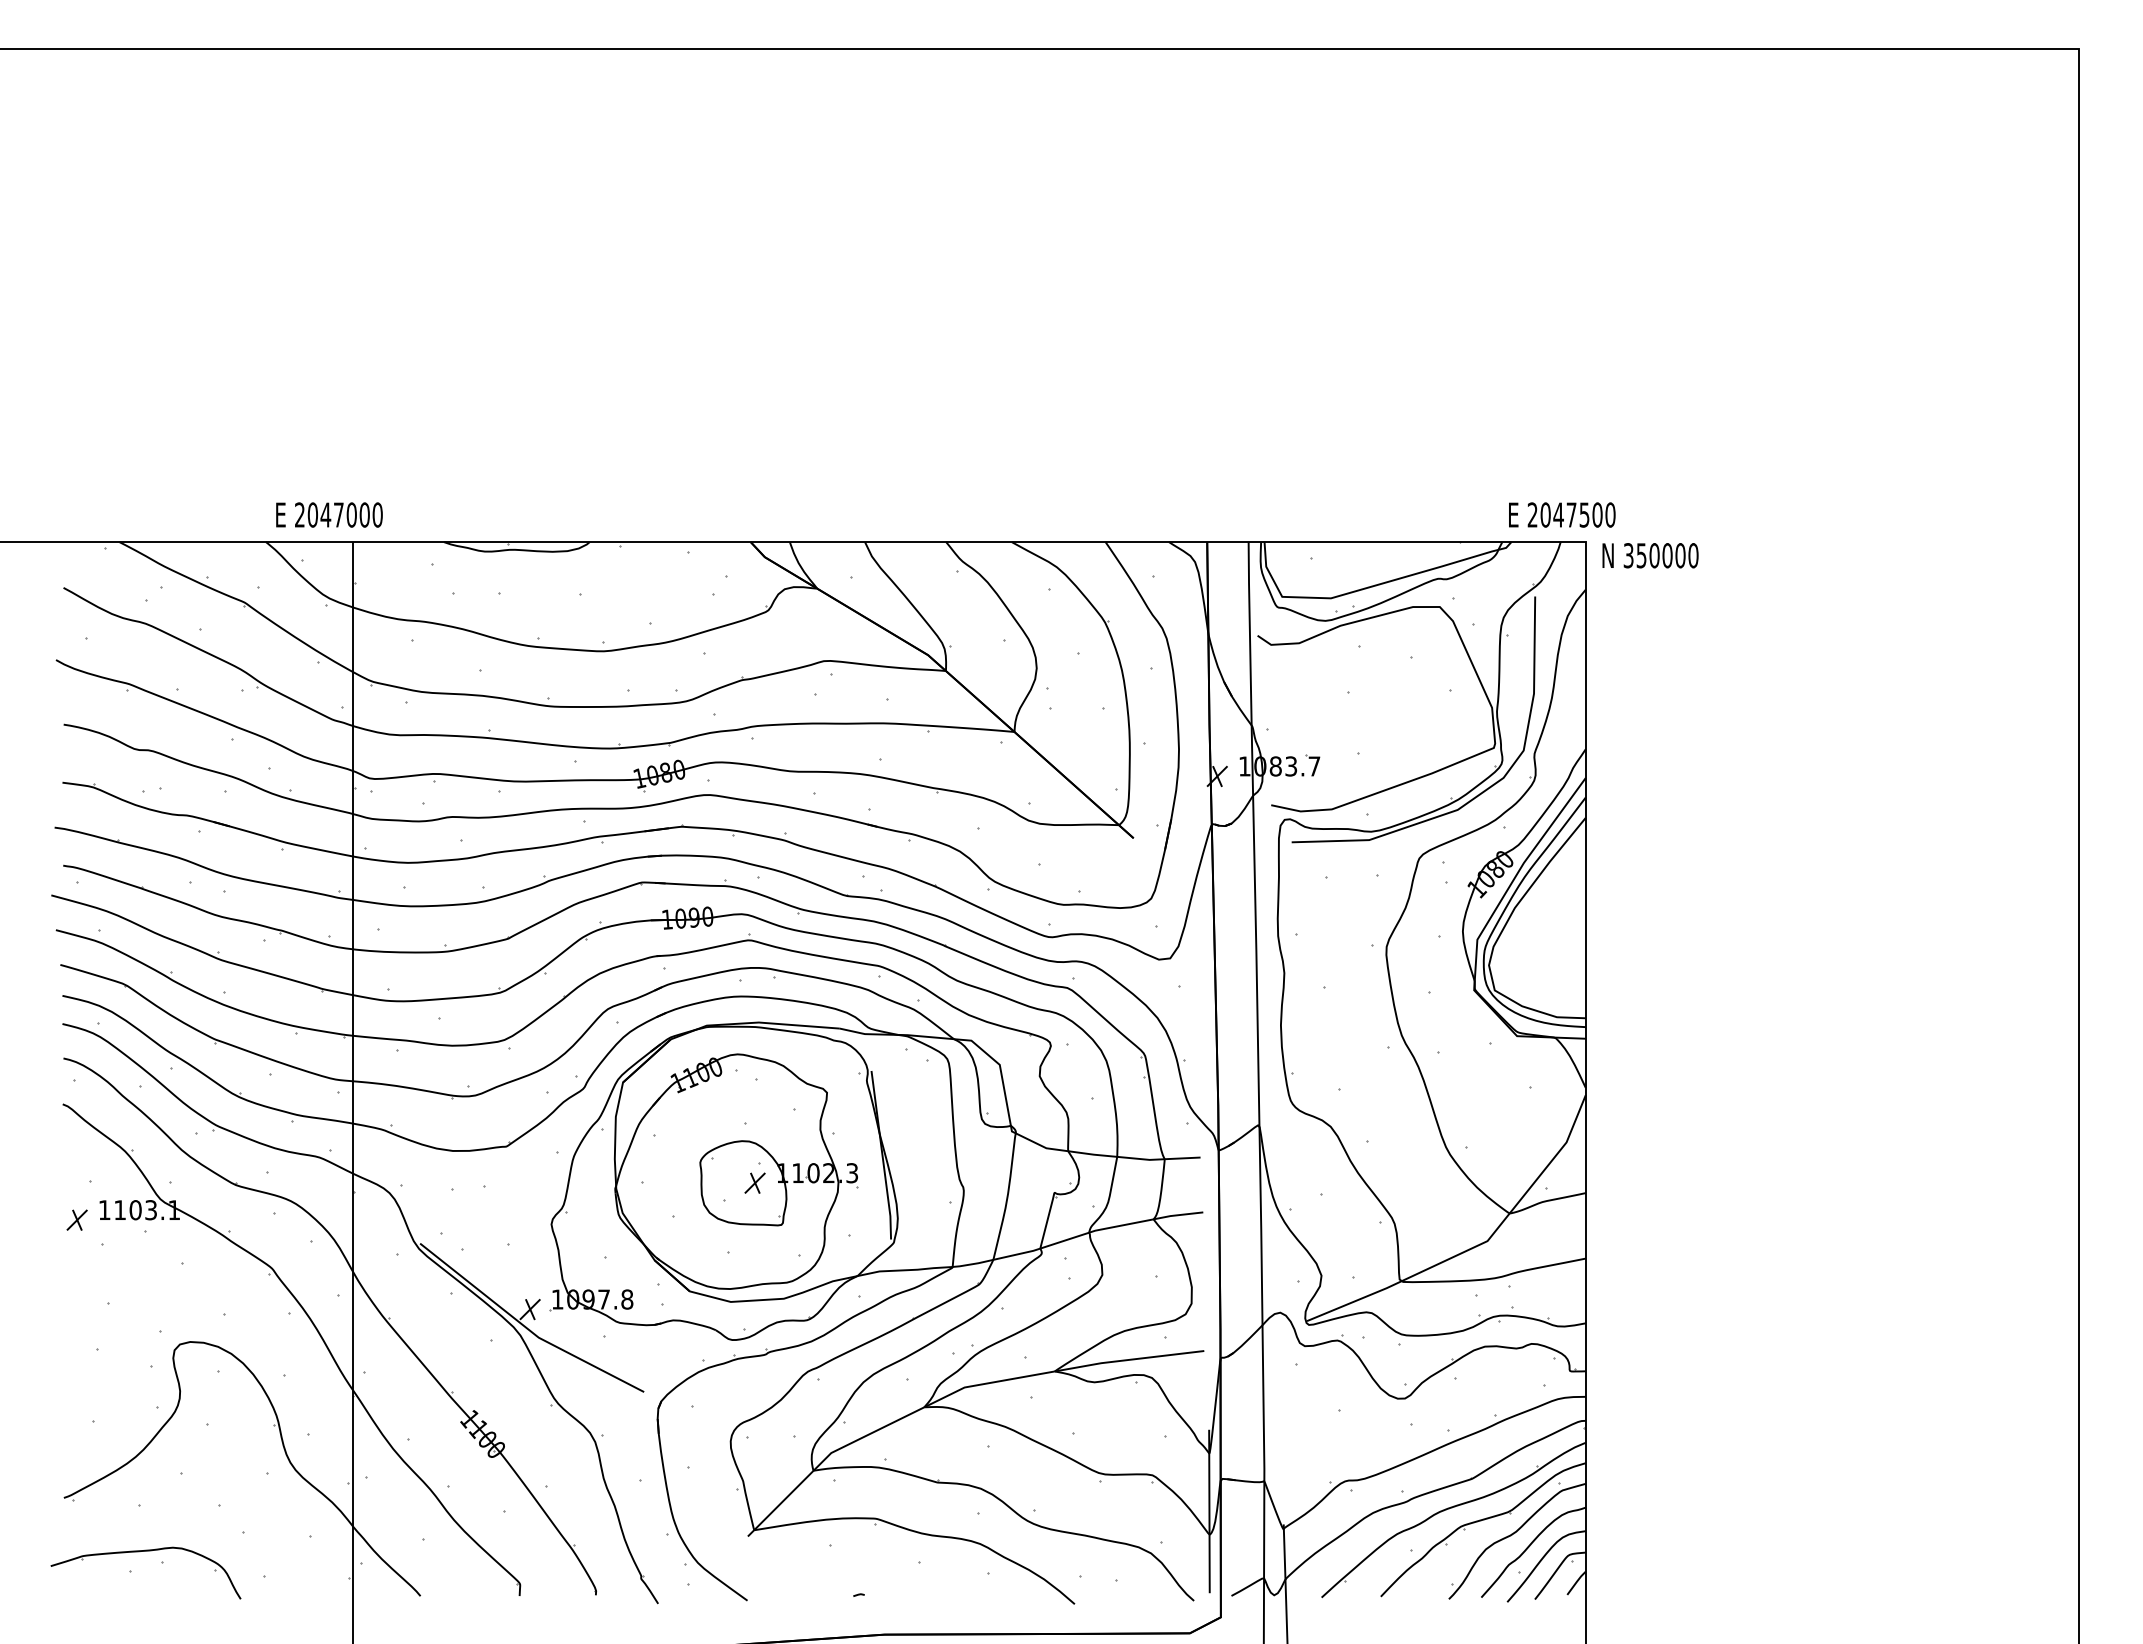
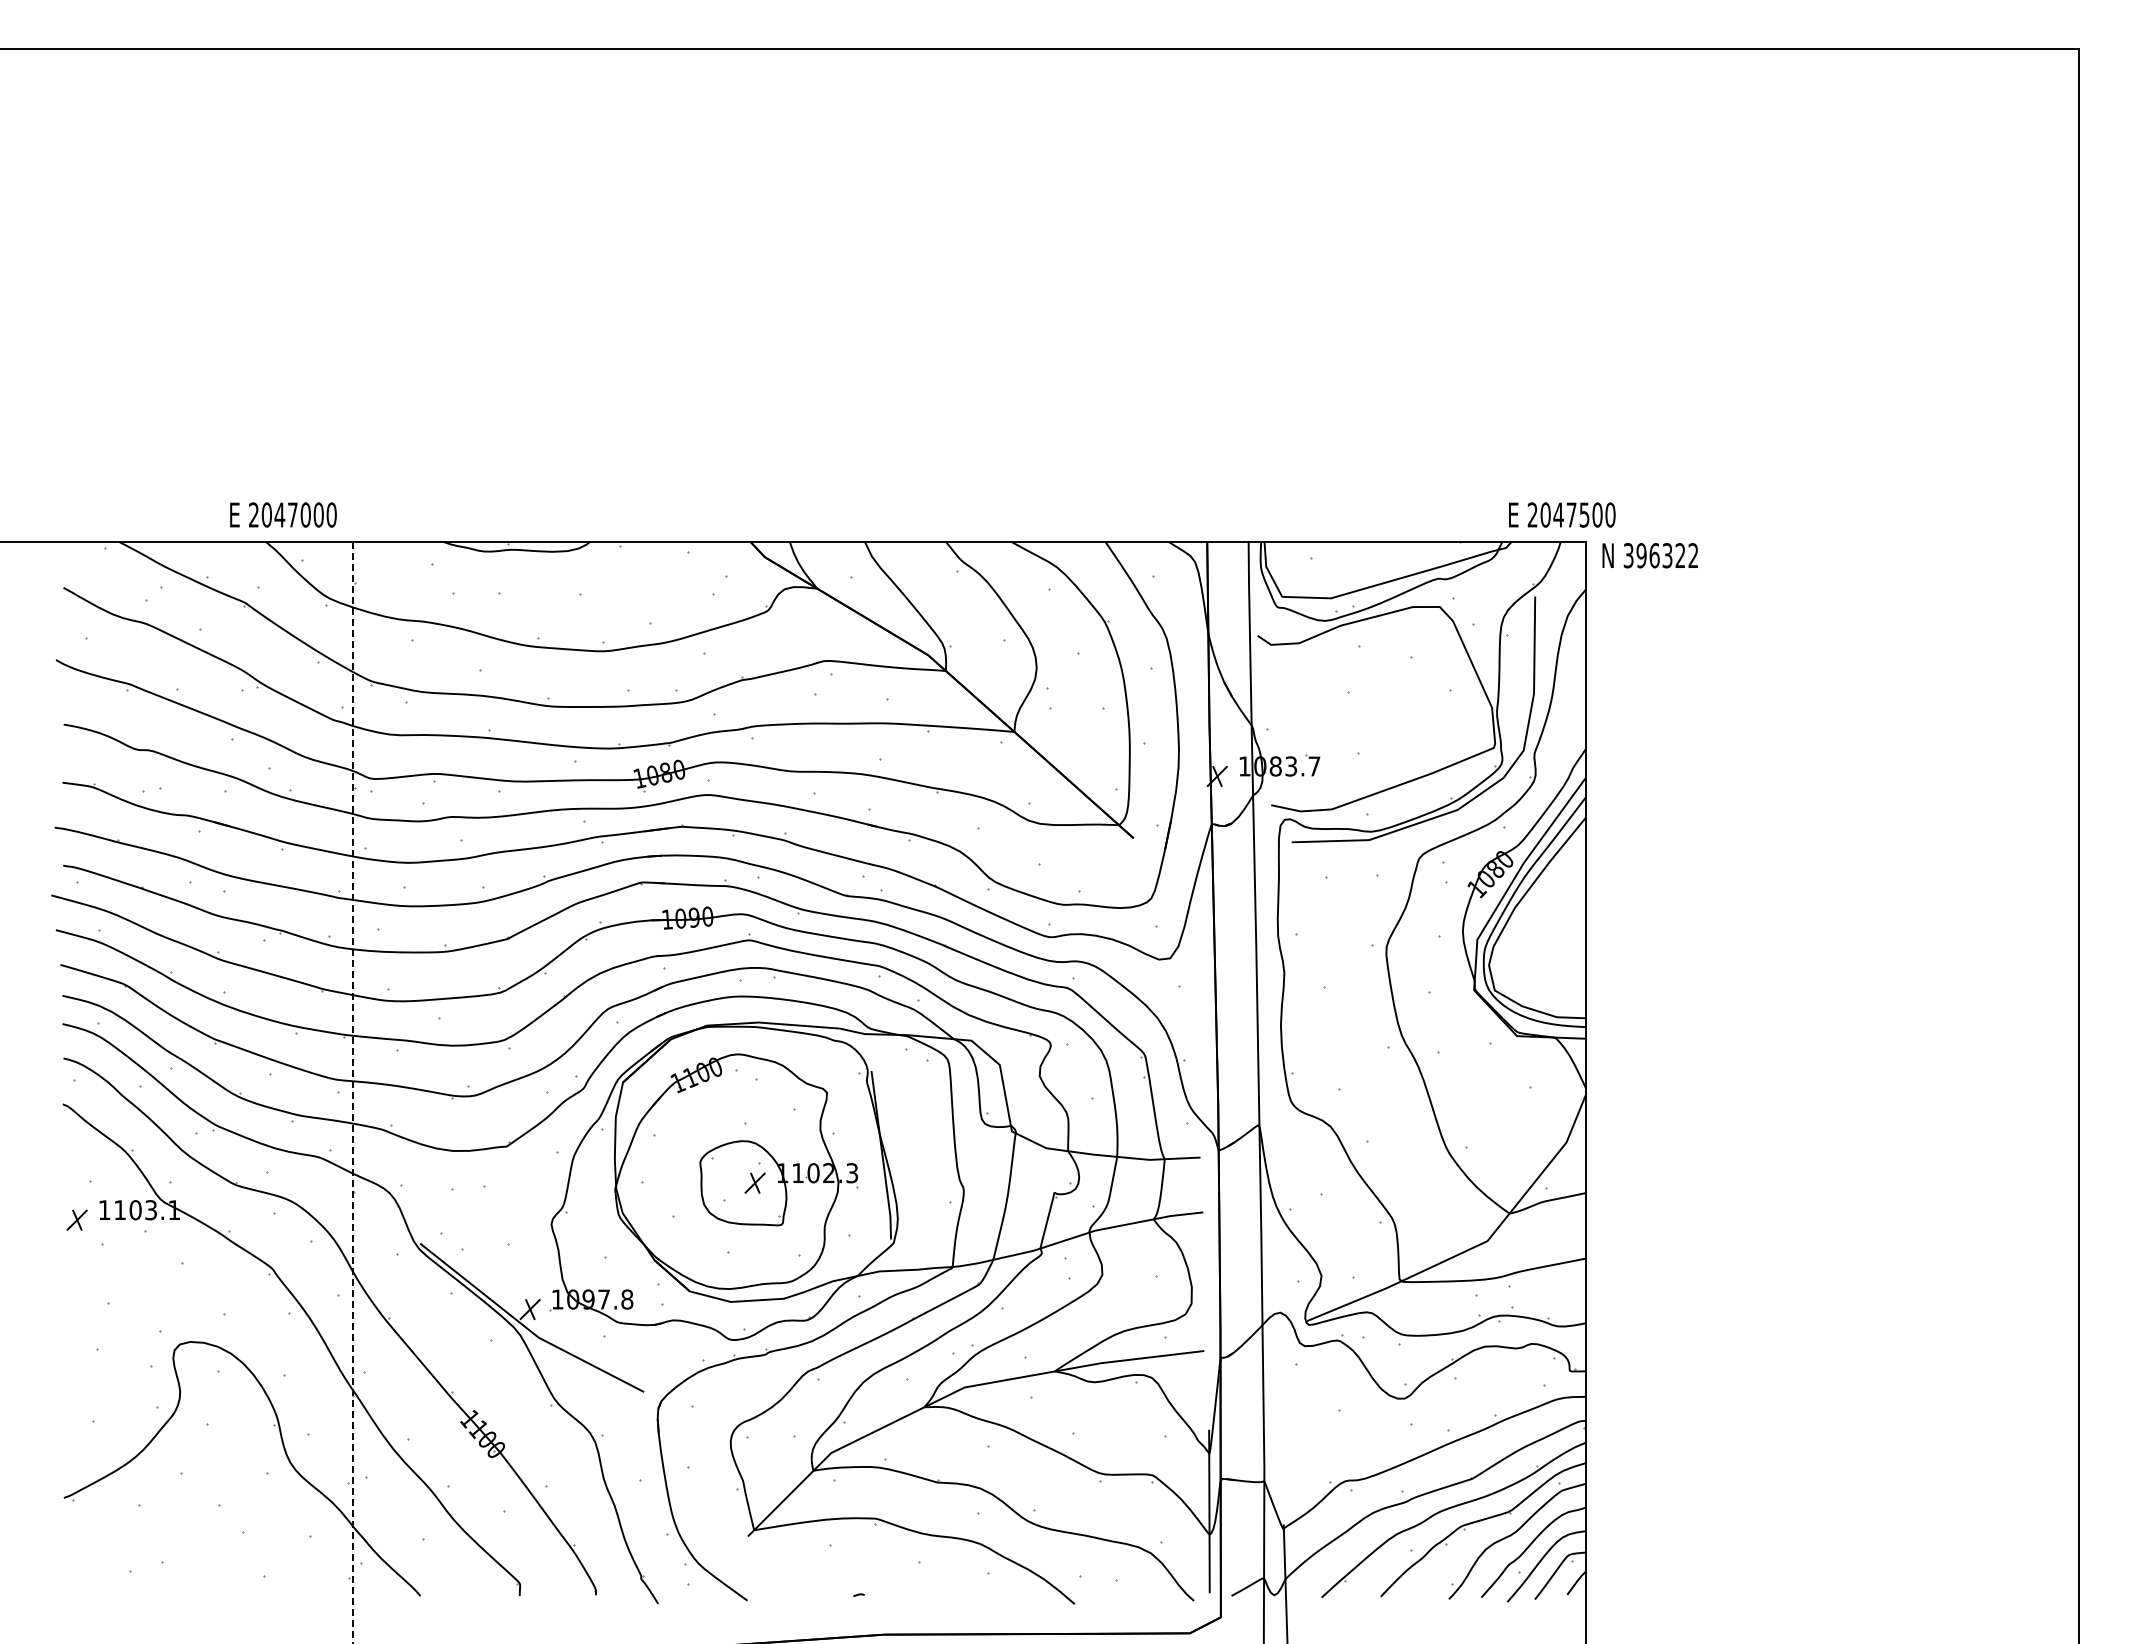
text at (329, 514) position: (329, 514) -> (283, 514)
text at (1667, 555): 350000 -> 396322
line at (353, 1092): solid -> dashed
part at (139, 1552): present -> none
